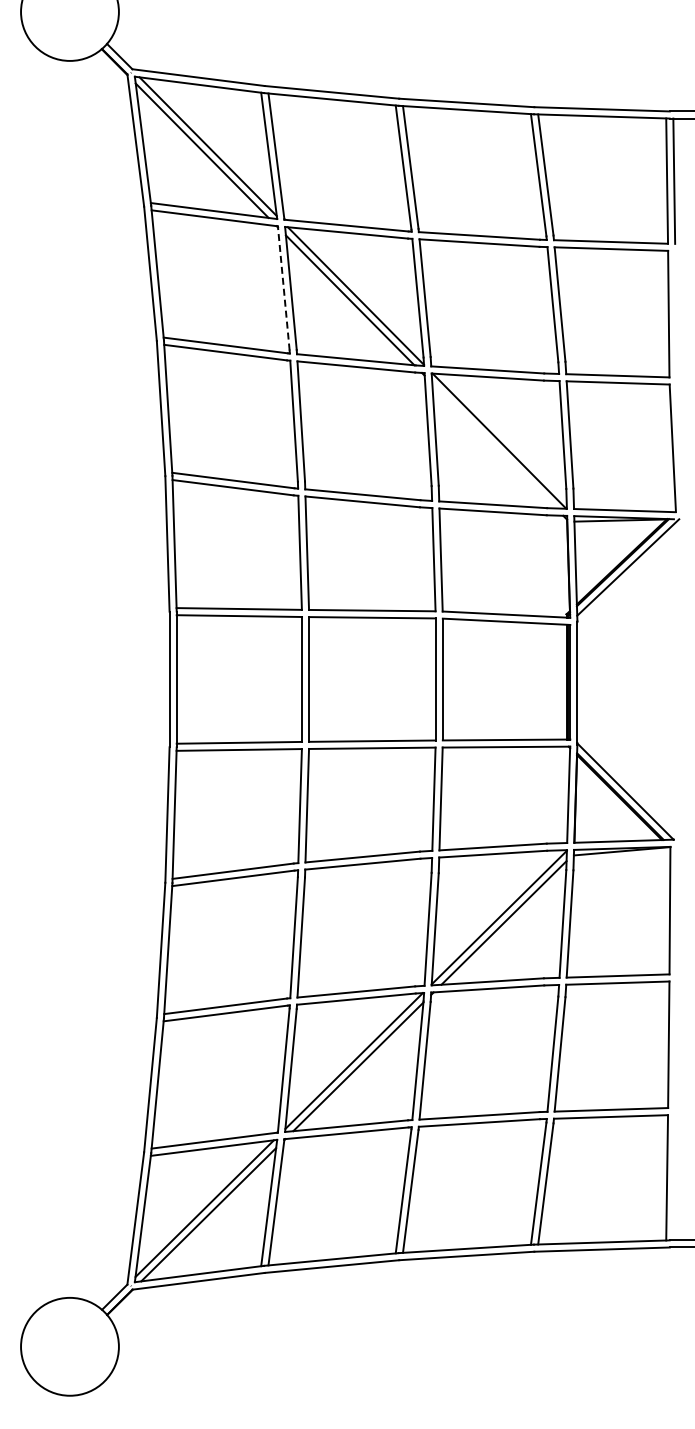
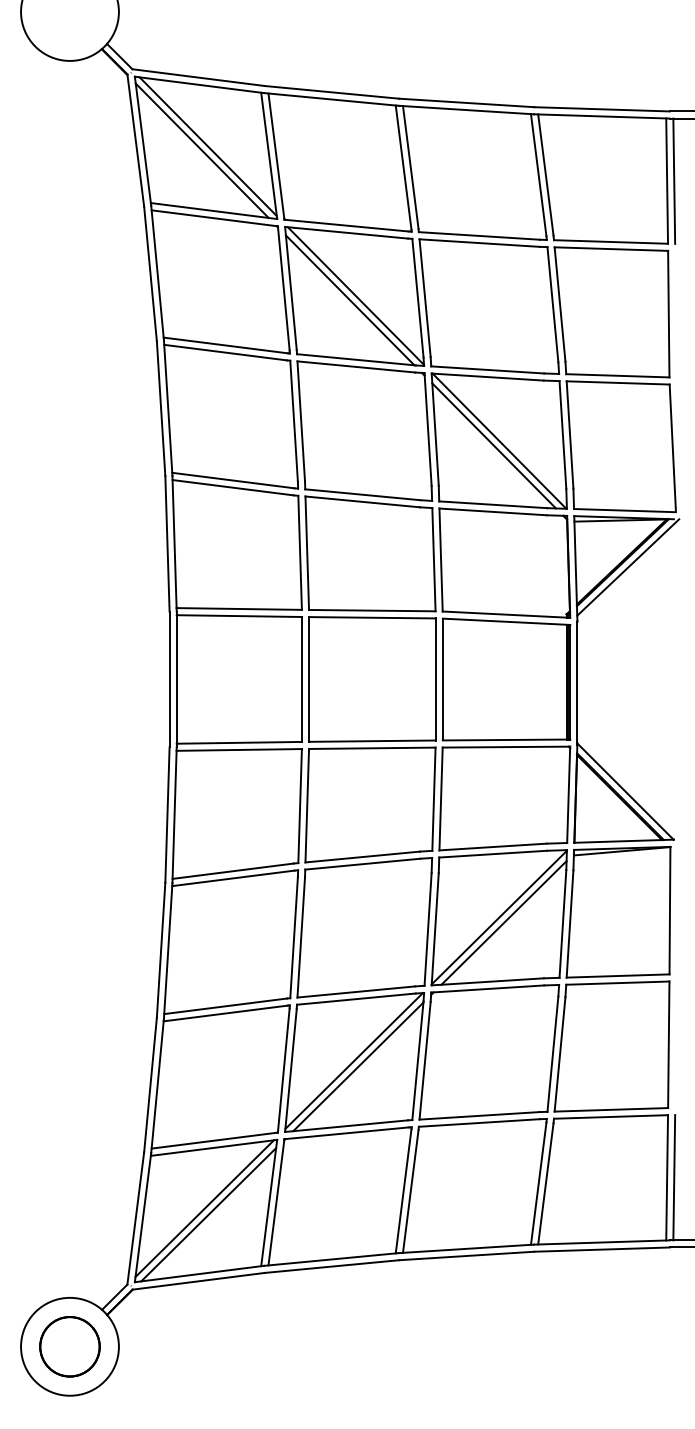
line at (283, 287): dashed -> solid
line at (494, 445): none -> present
line at (674, 1177): none -> present
circle at (69, 1346): none -> present
